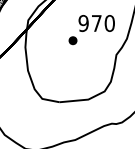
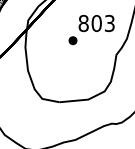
text at (96, 23): 970 -> 803
